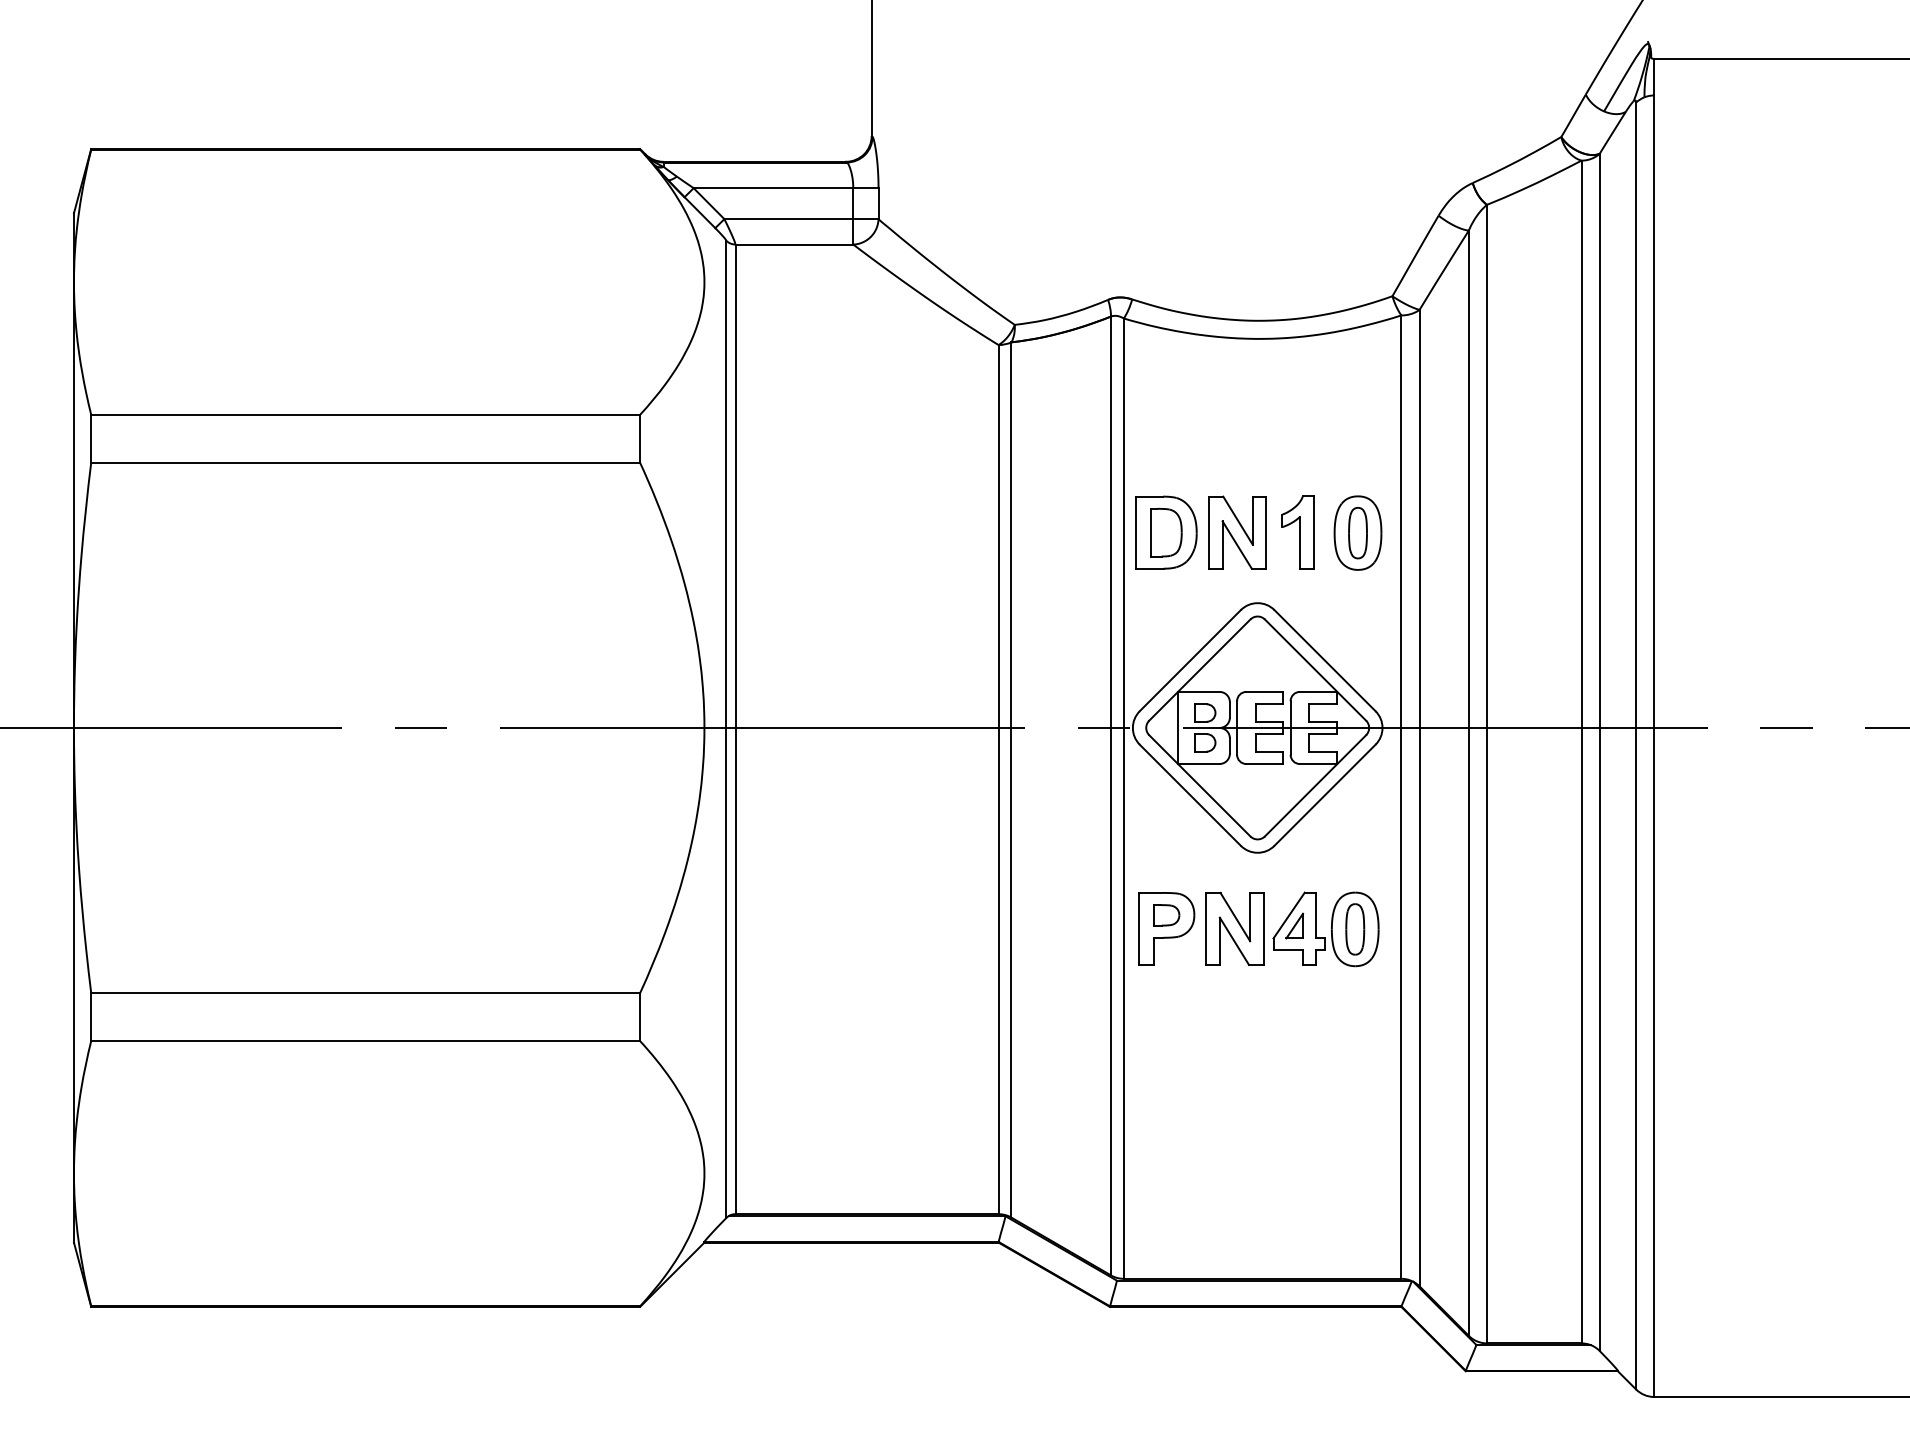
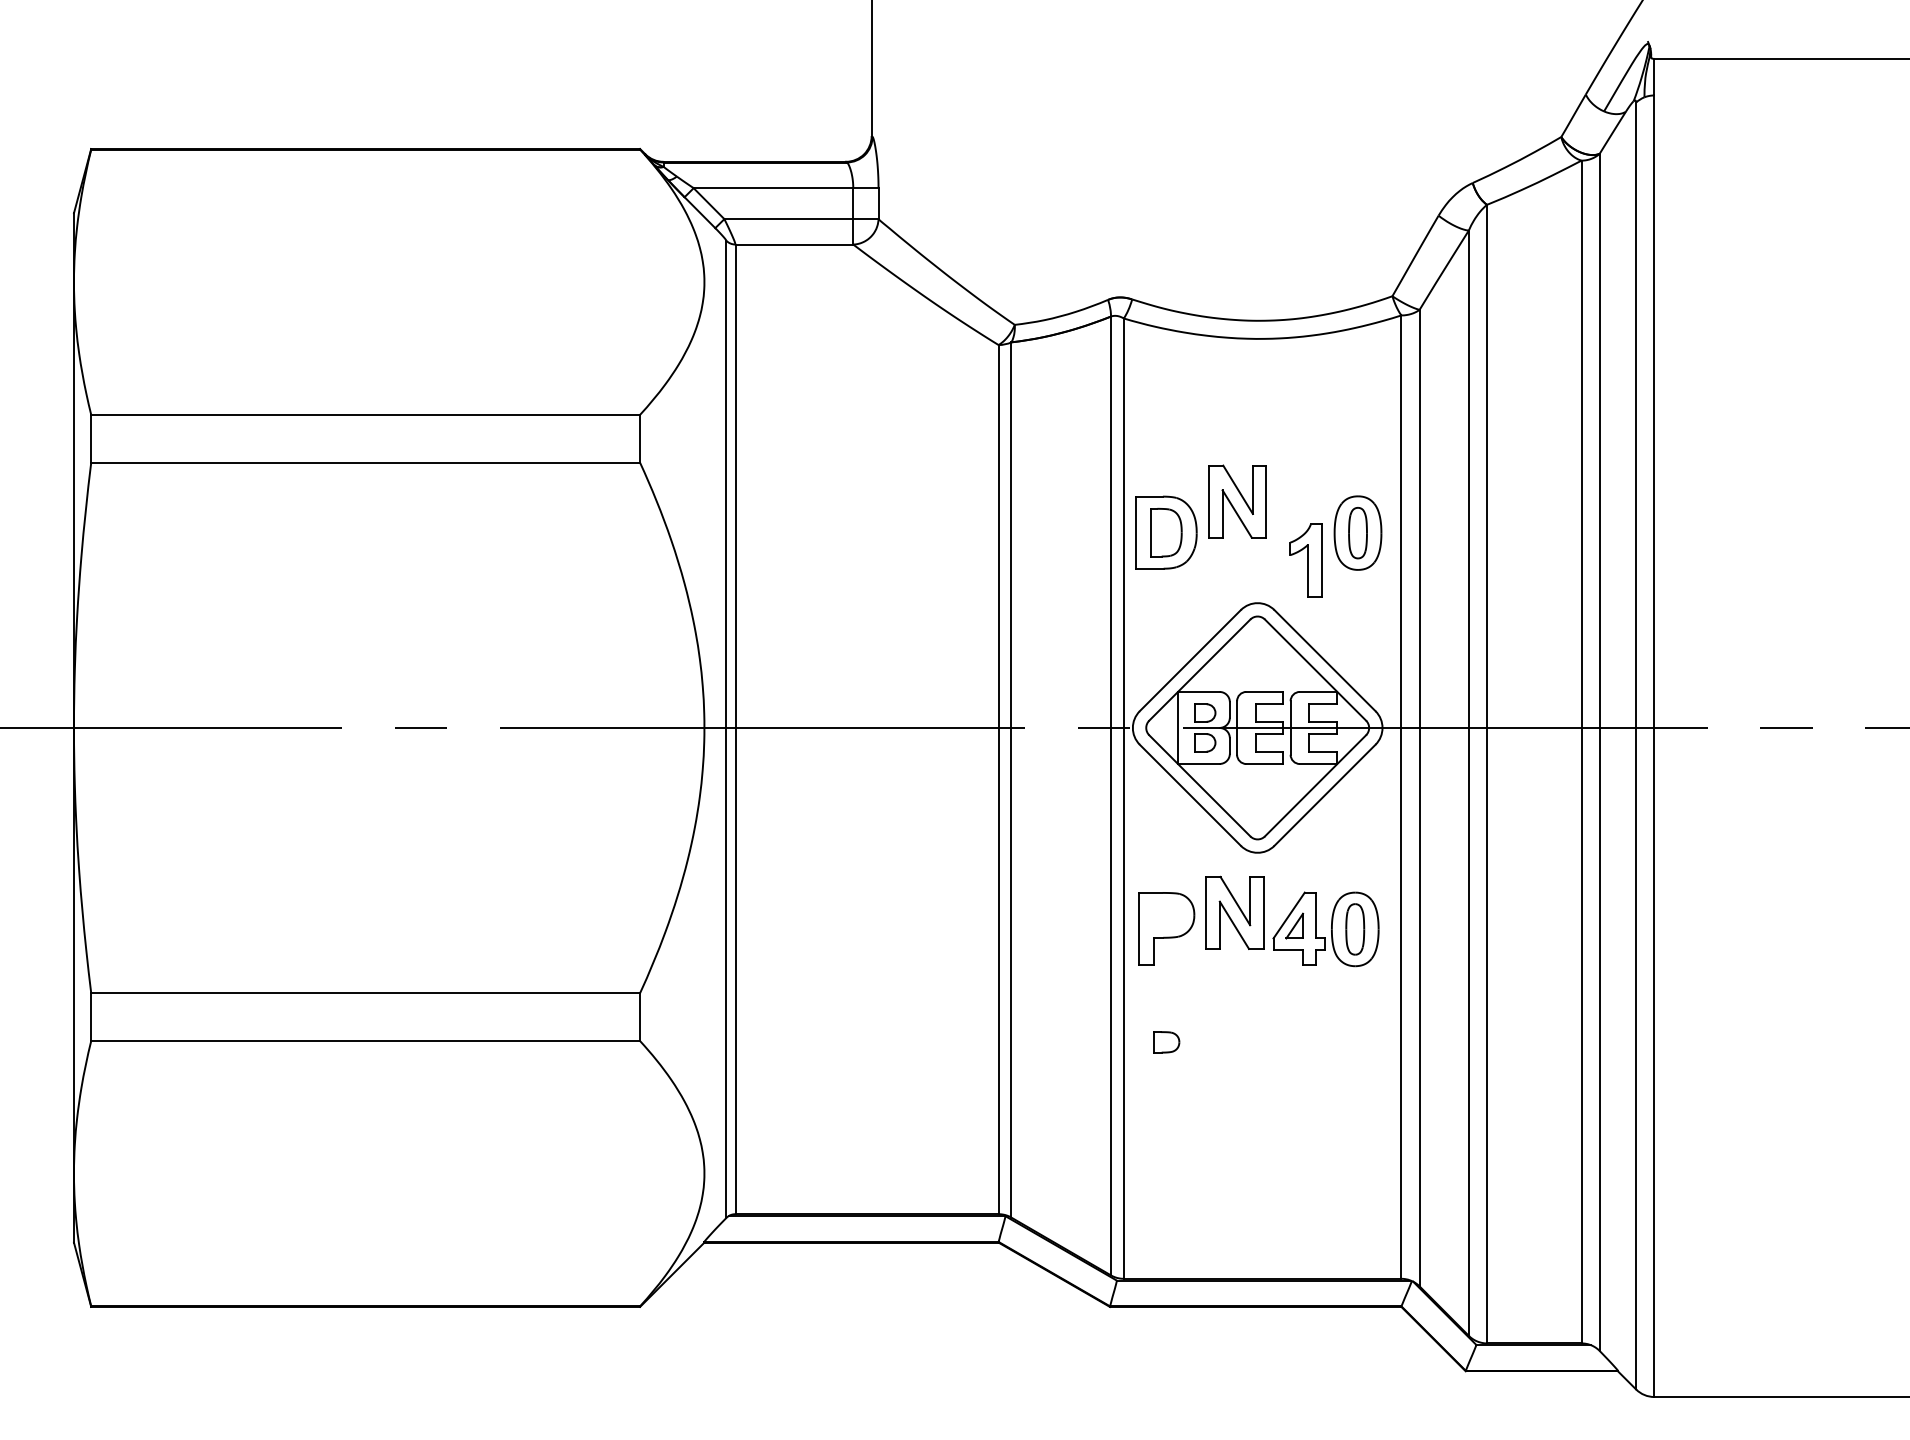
part at (1237, 532) position: (1237, 532) -> (1237, 501)
part at (1297, 532) position: (1297, 532) -> (1305, 560)
part at (1166, 915) position: (1166, 915) -> (1166, 1042)
part at (1234, 928) position: (1234, 928) -> (1234, 912)
